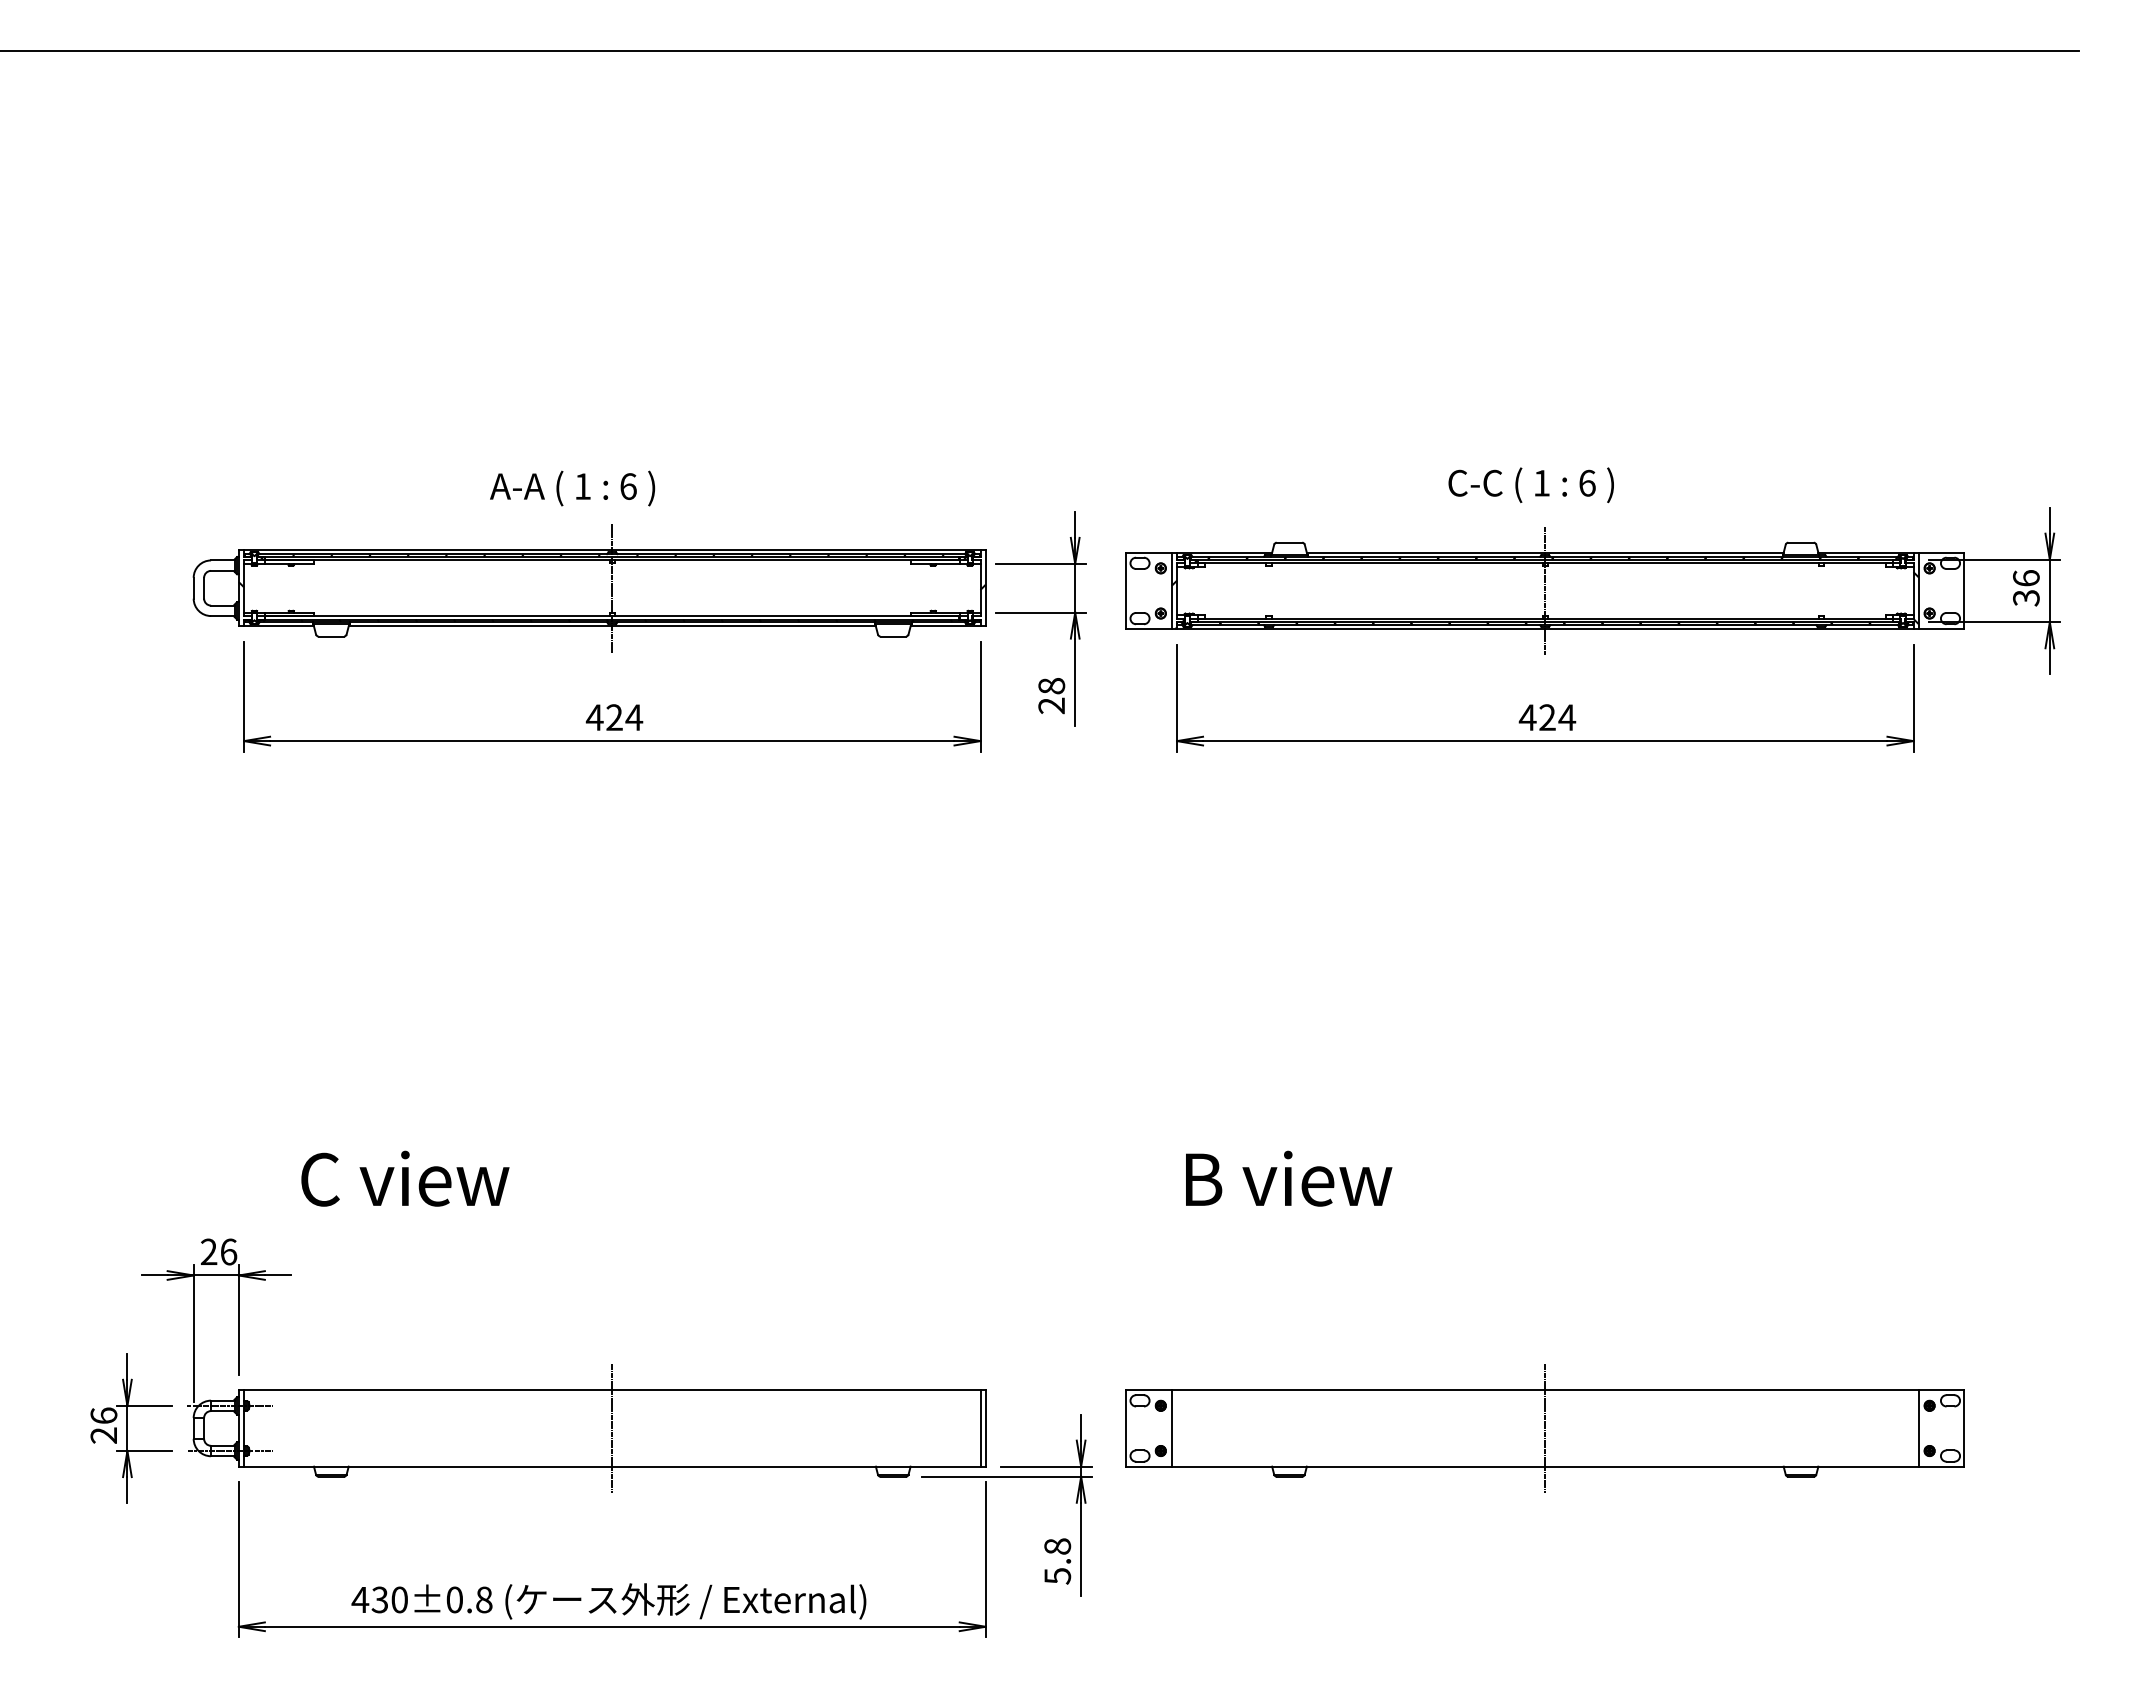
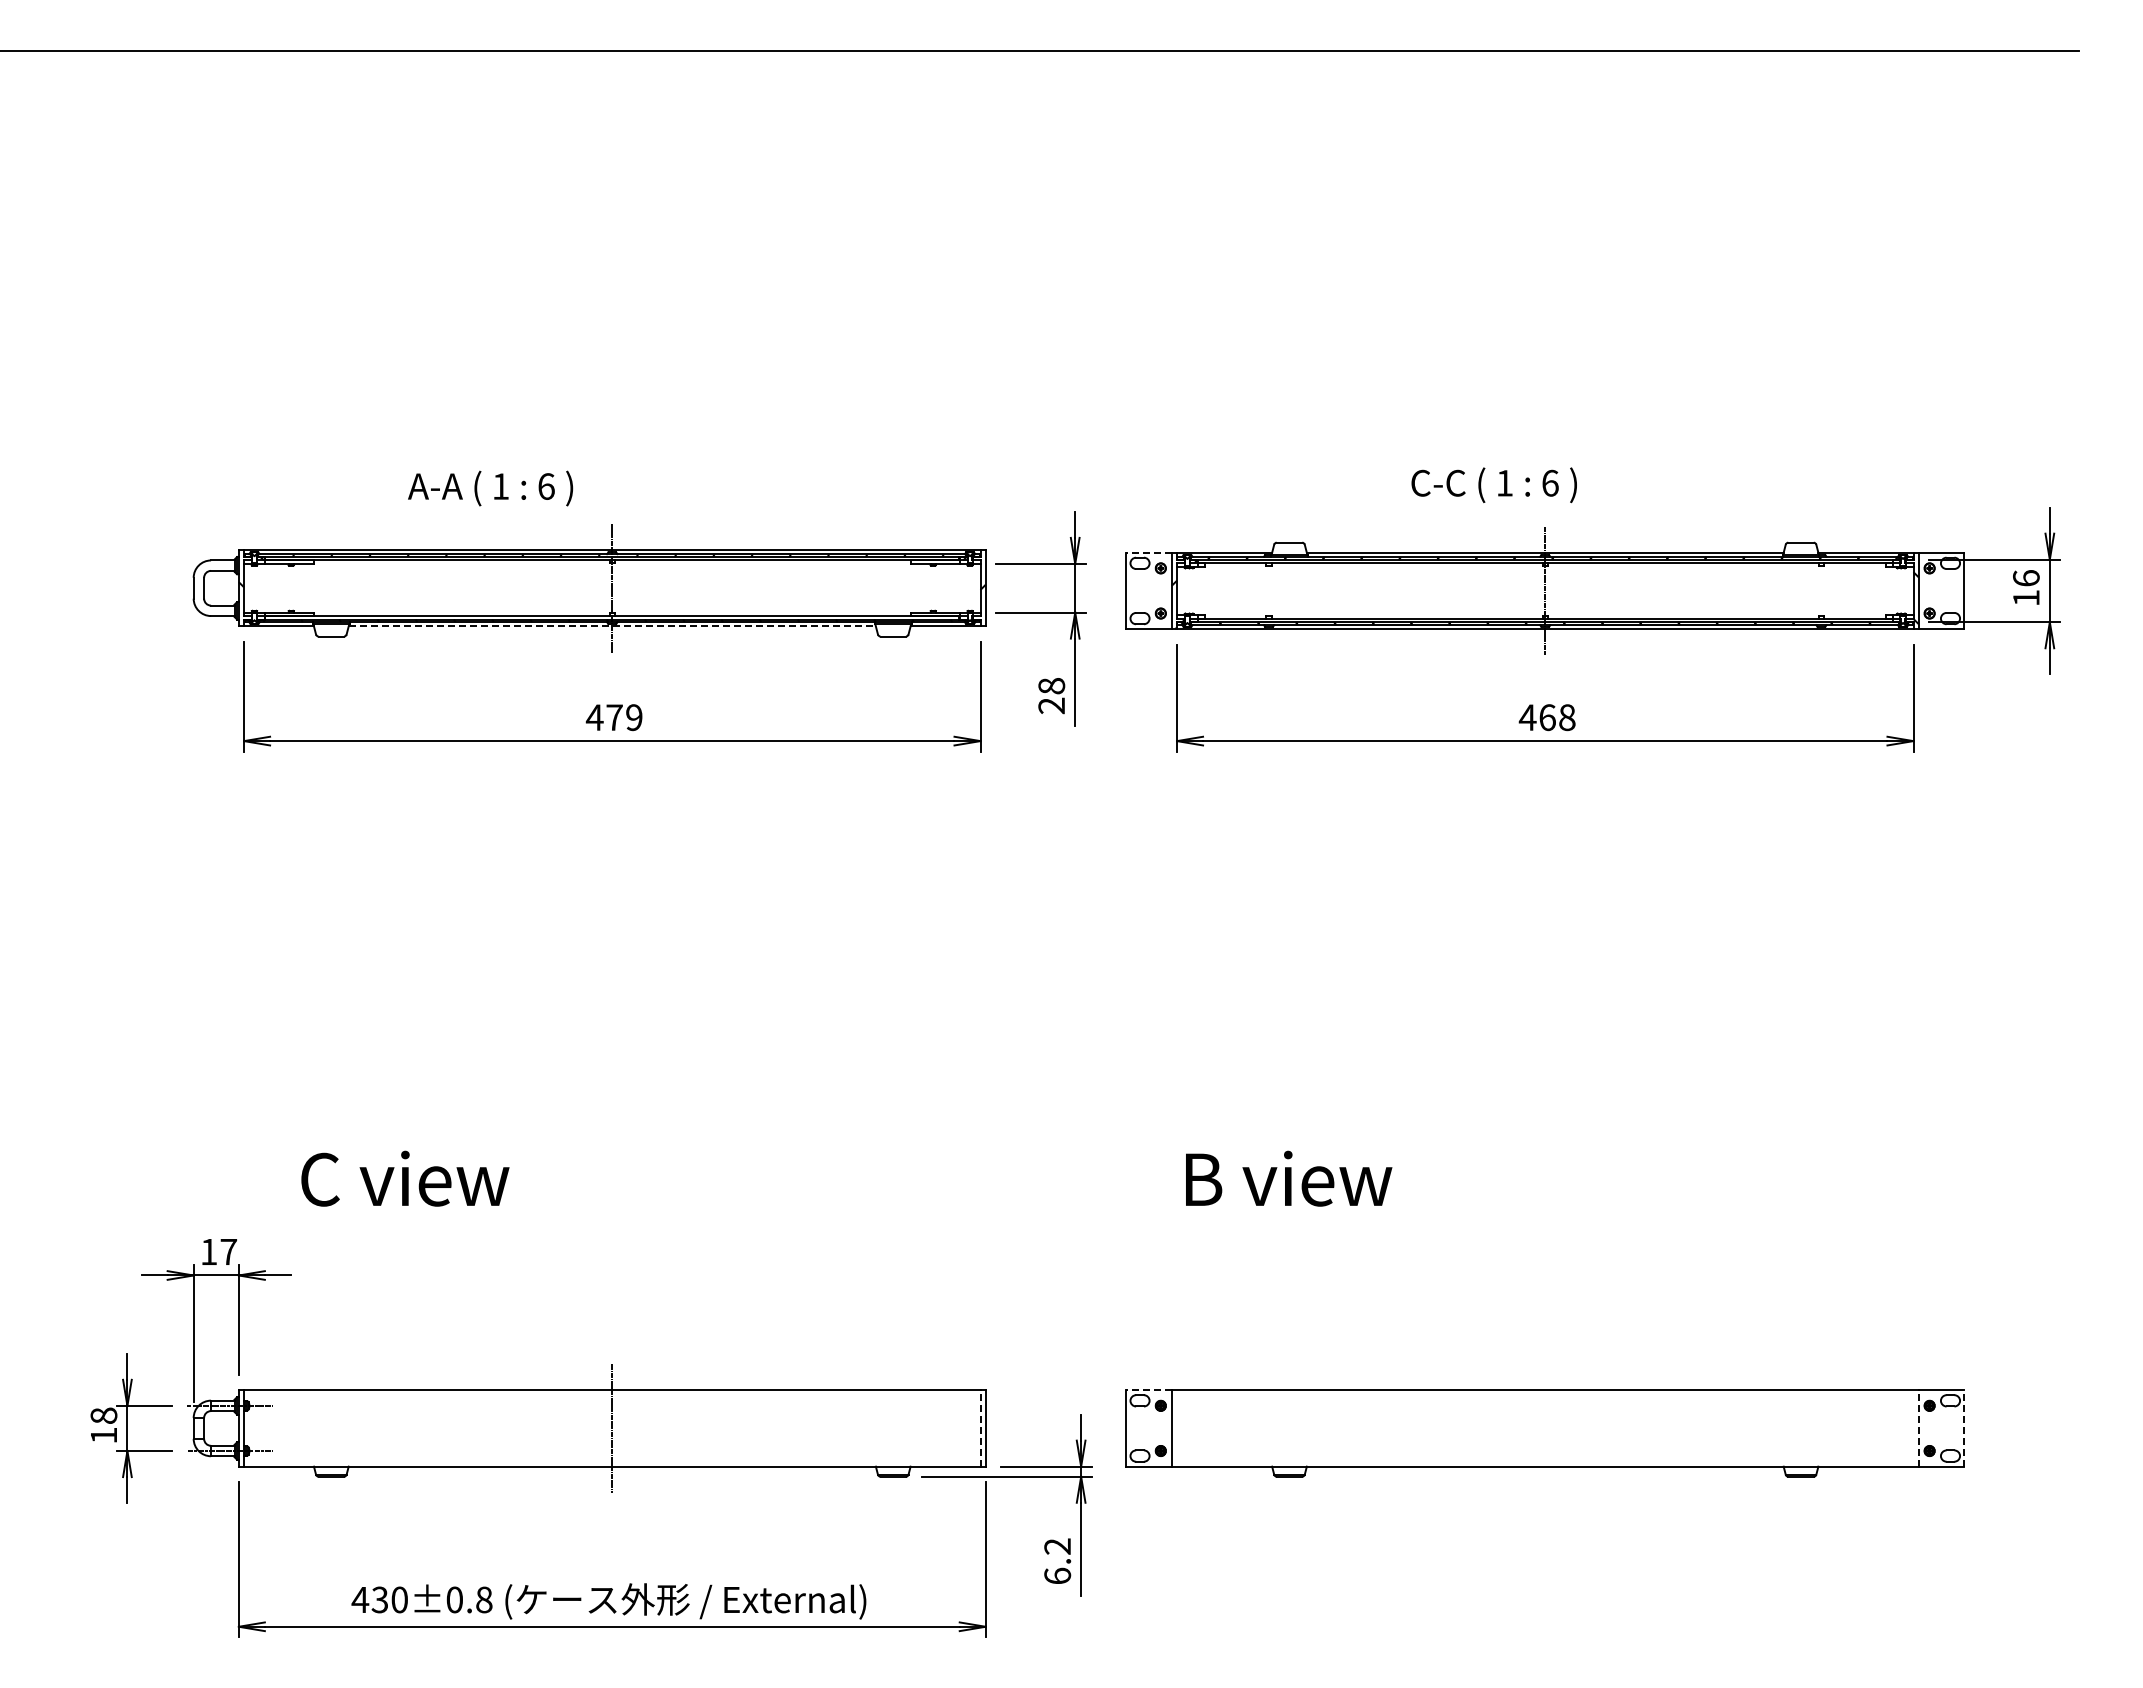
text at (1530, 485) position: (1530, 485) -> (1493, 485)
text at (572, 488) position: (572, 488) -> (490, 488)
line at (1148, 552): solid -> dashed
text at (2026, 598): 36 -> 16
line at (612, 626): solid -> dashed
text at (624, 717): 424 -> 479
text at (1557, 717): 424 -> 468
text at (218, 1251): 26 -> 17
line at (1148, 1390): solid -> dashed
text at (103, 1425): 26 -> 18
line at (980, 1427): solid -> dashed
line at (1918, 1427): solid -> dashed
line at (1964, 1427): solid -> dashed
line at (1545, 1428): present -> none
text at (1057, 1561): 5.8 -> 6.2
